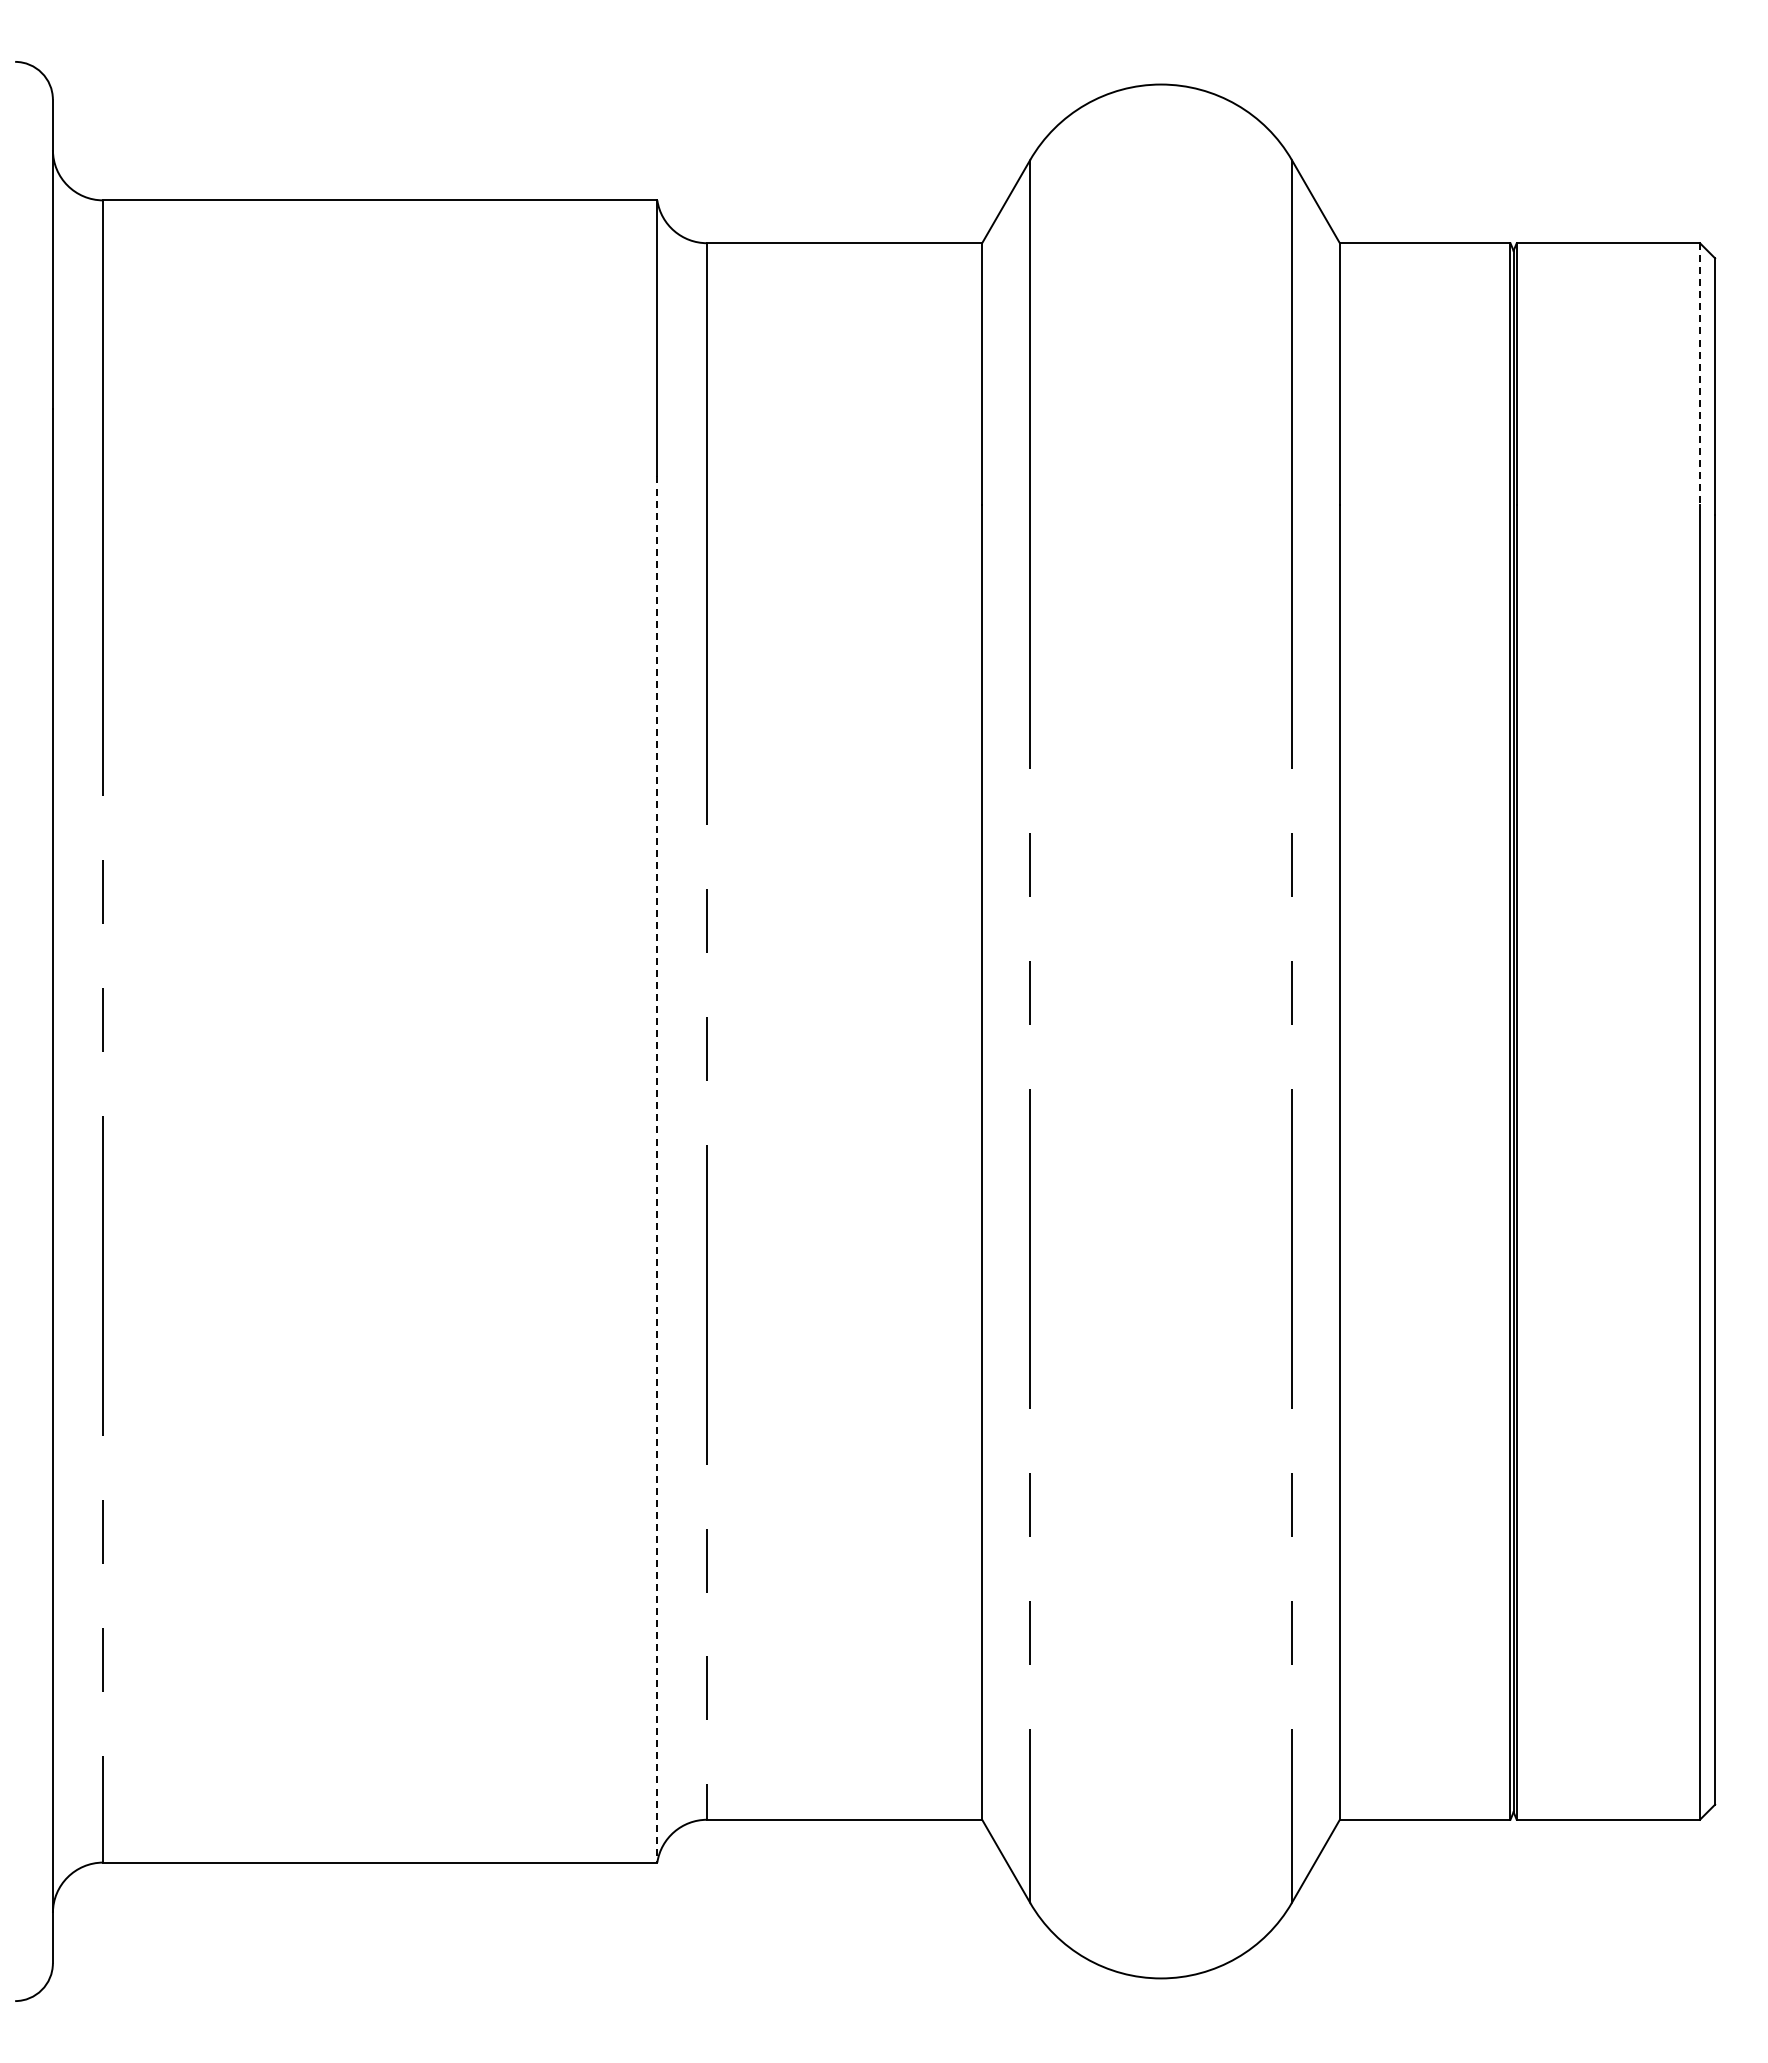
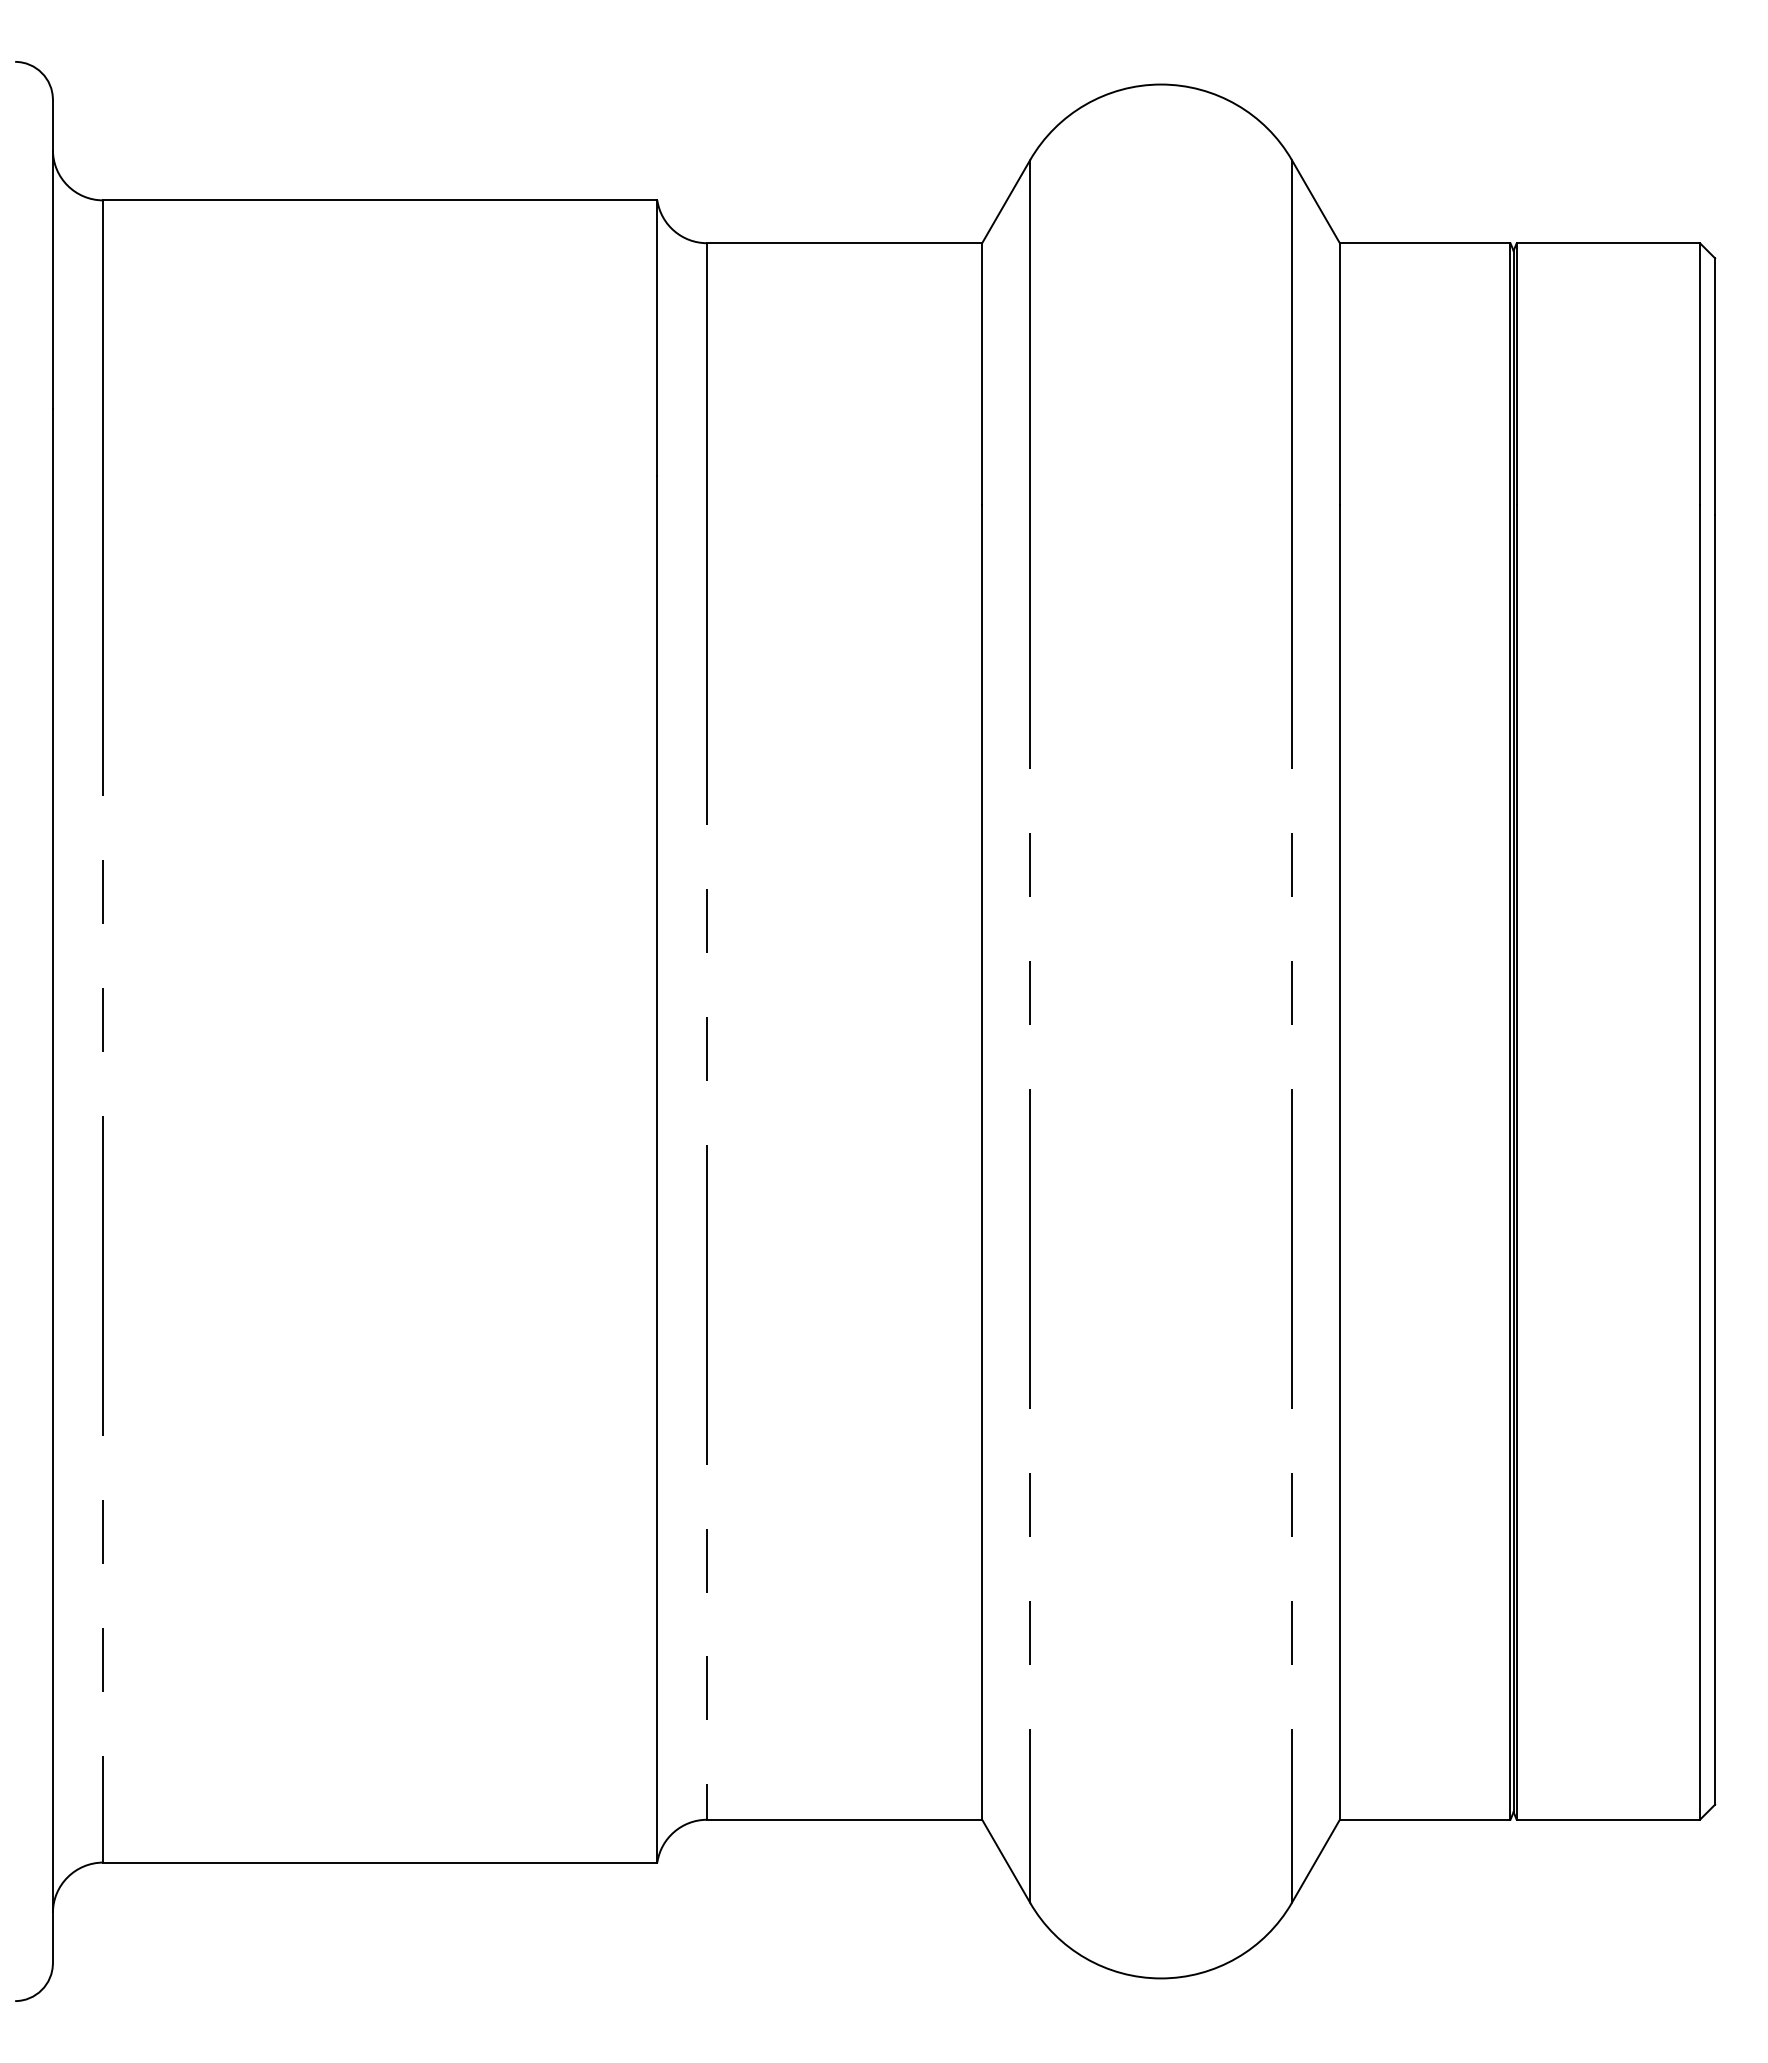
line at (1700, 374): dashed -> solid
line at (657, 1170): dashed -> solid
